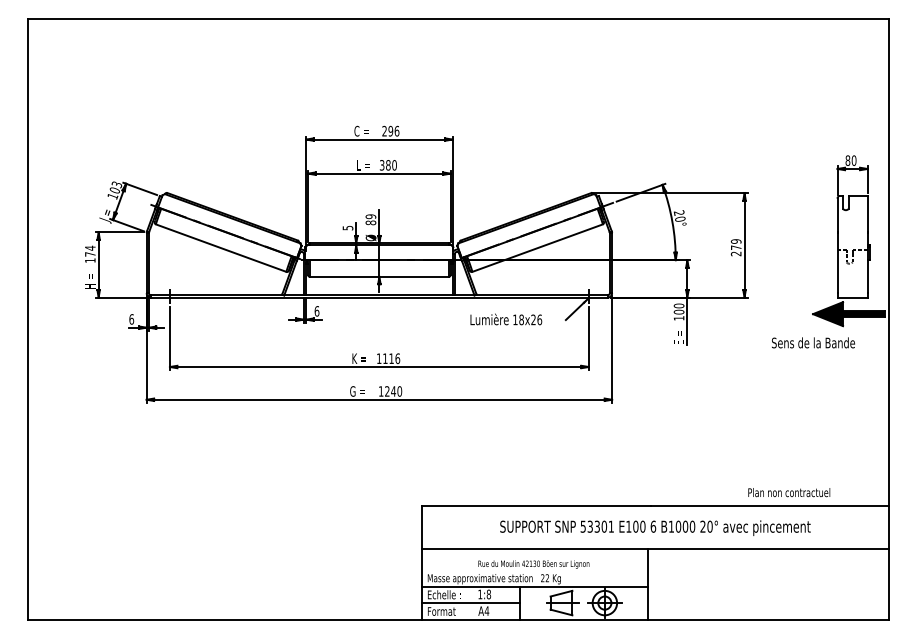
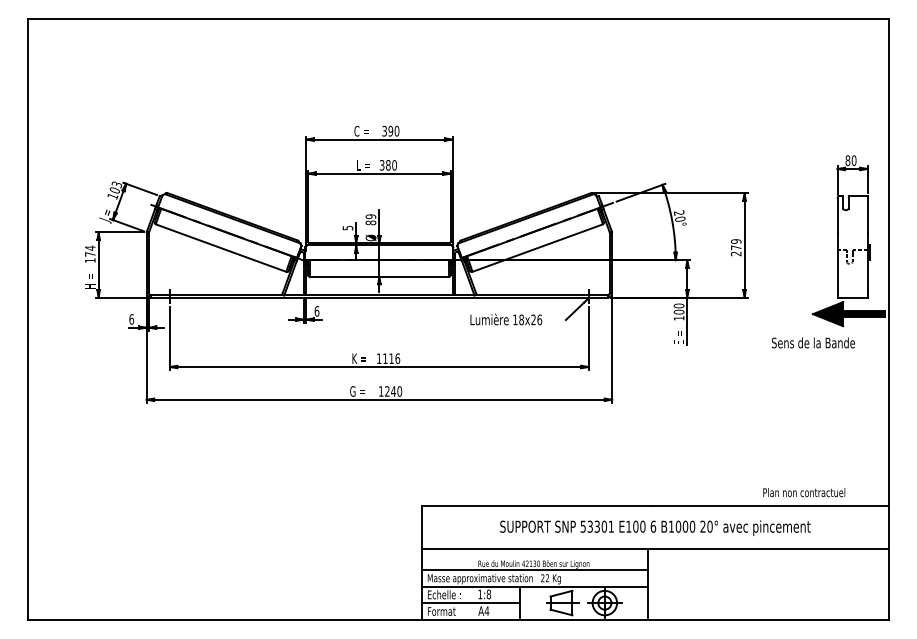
text at (390, 131): 296 -> 390
text at (789, 492) position: (789, 492) -> (804, 492)
line at (535, 570): none -> present
